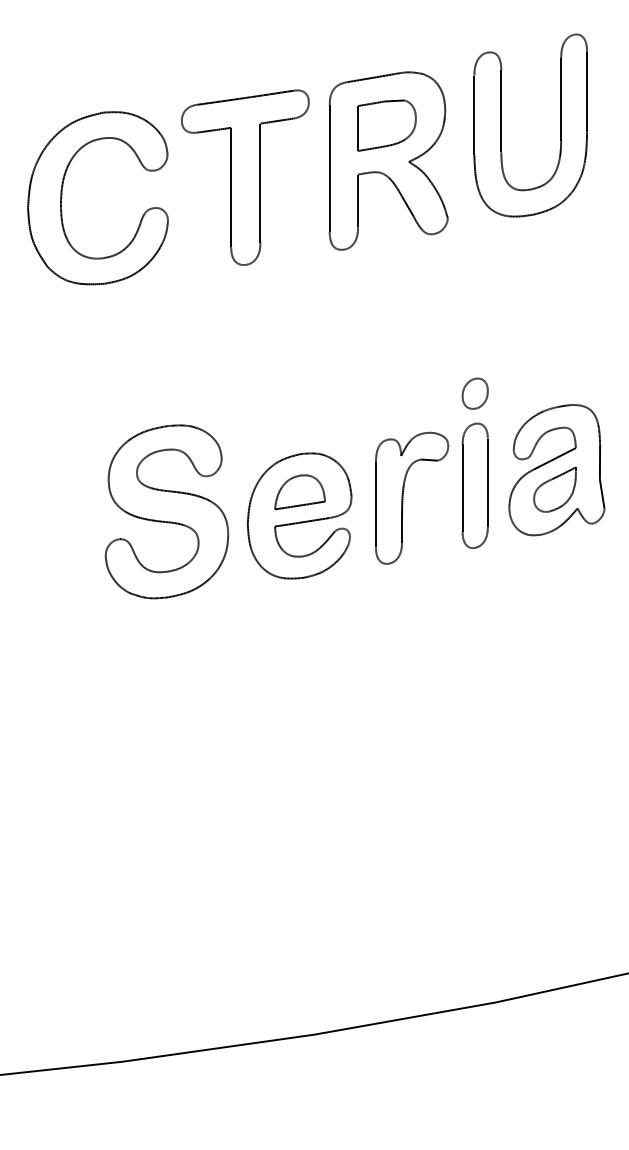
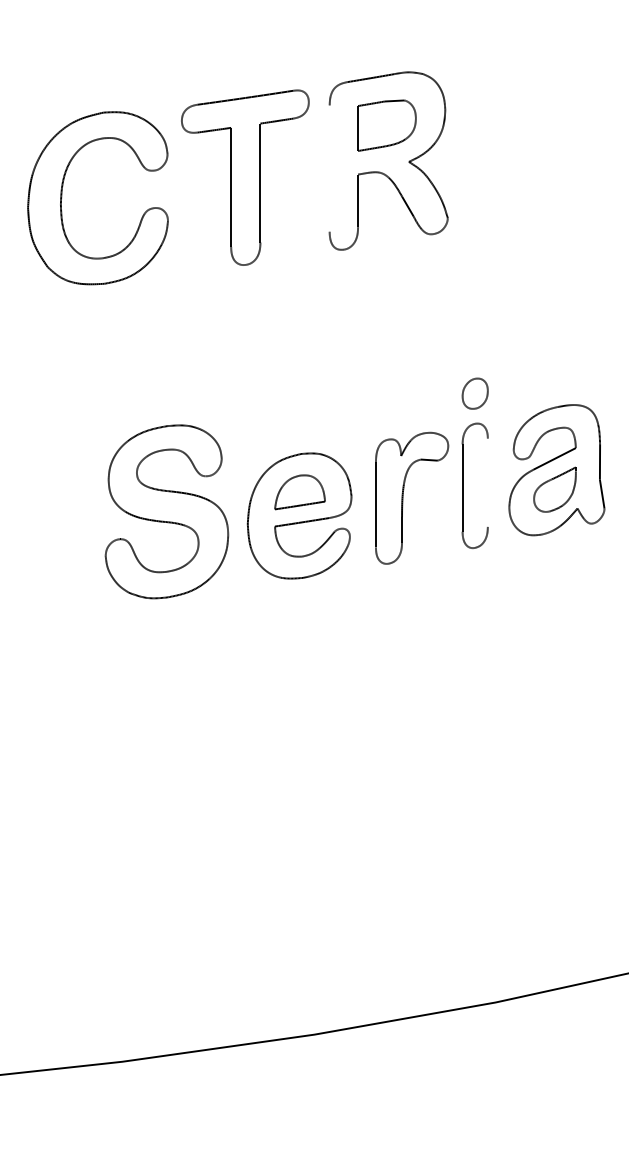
part at (501, 125): present -> none
line at (329, 168): present -> none
line at (487, 482): present -> none
